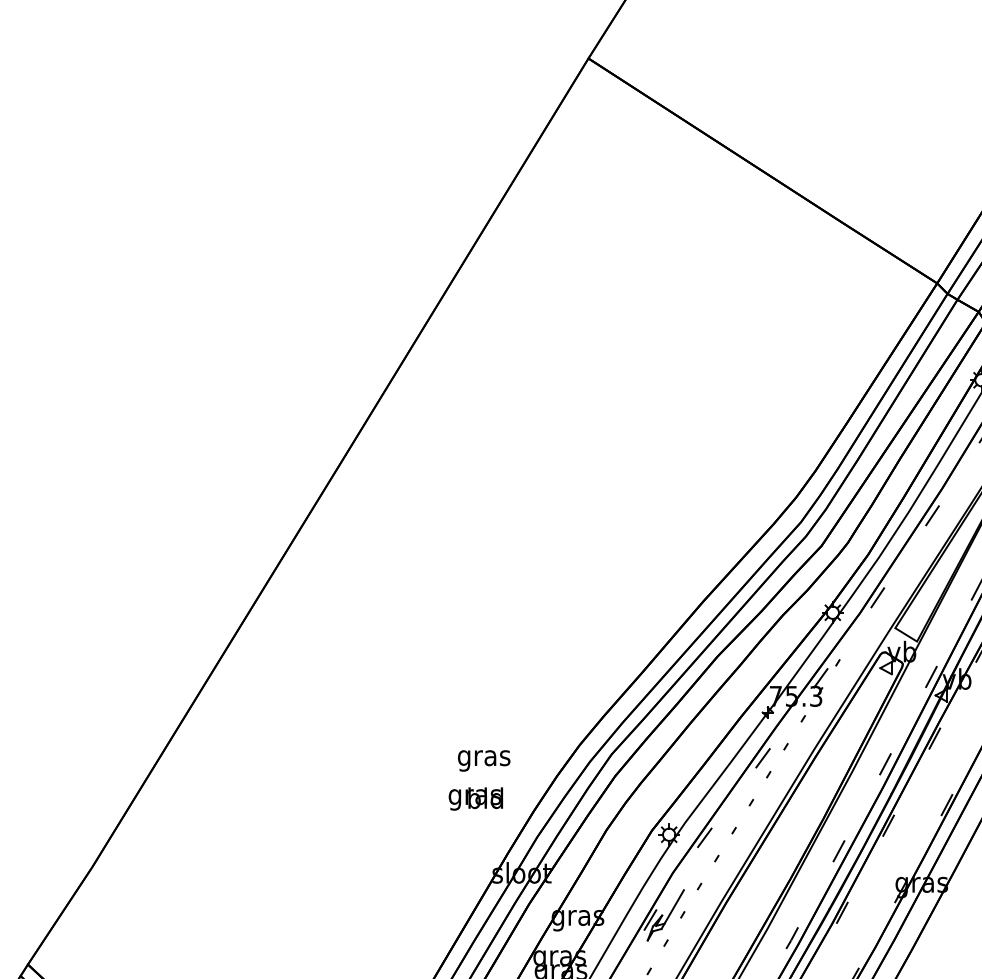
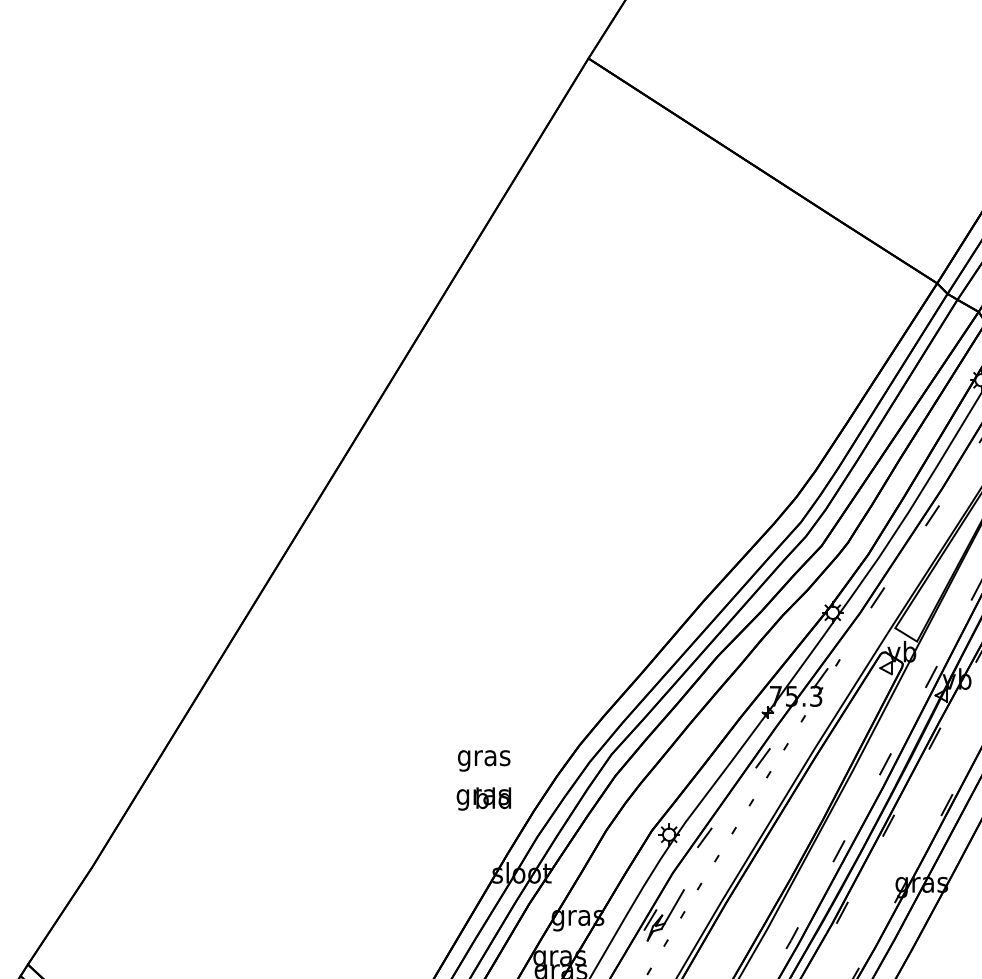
text at (475, 798) position: (475, 798) -> (483, 798)
